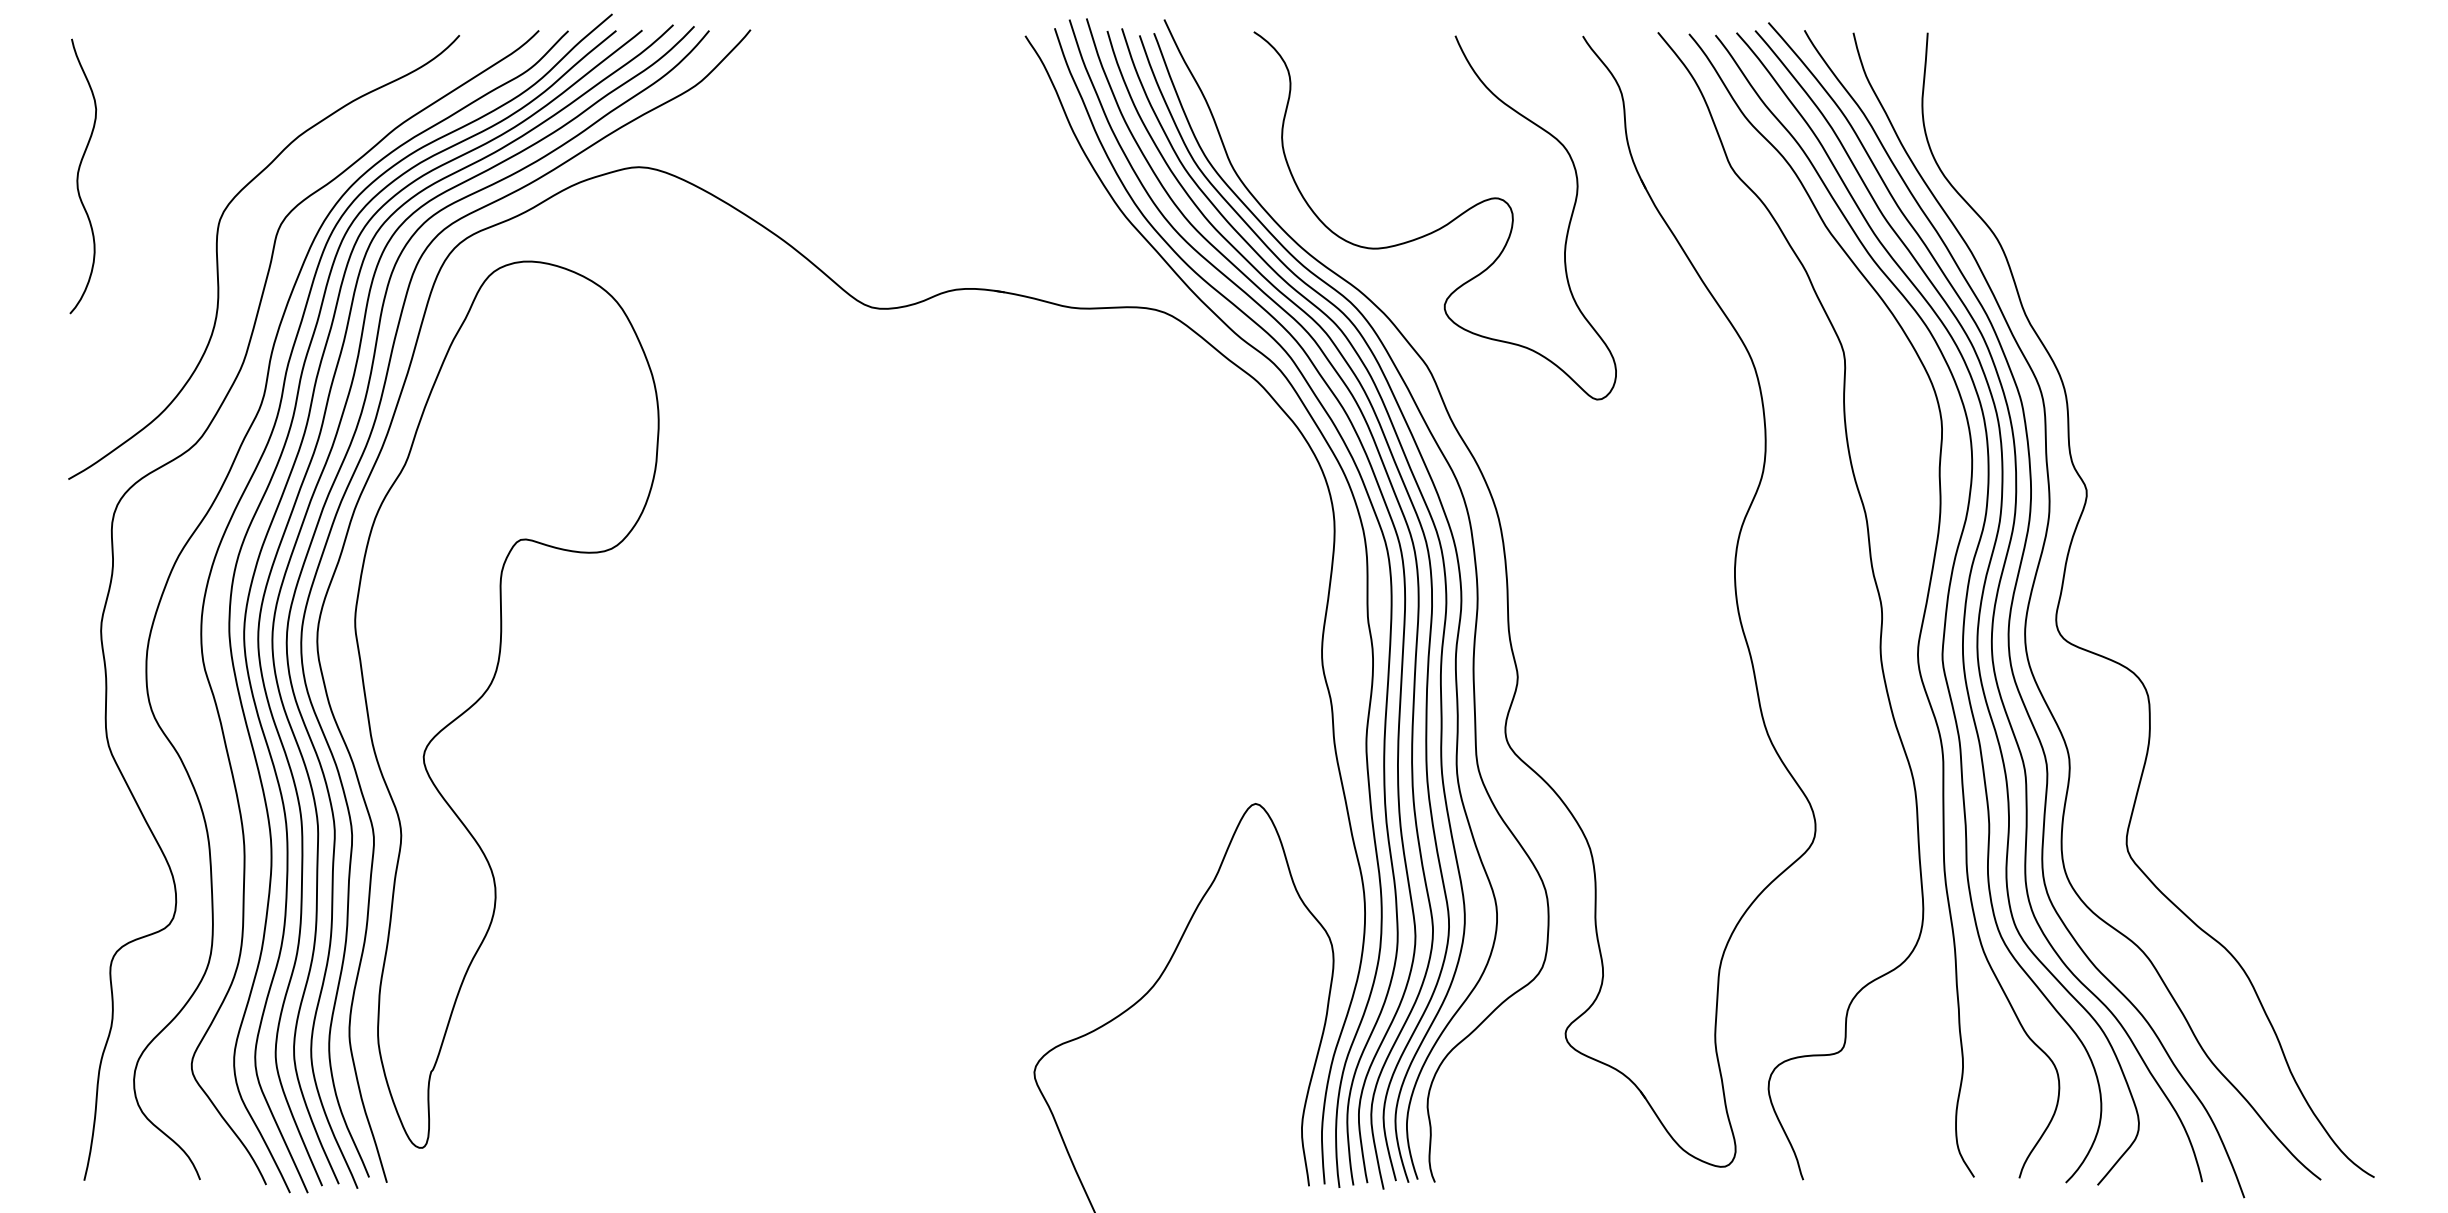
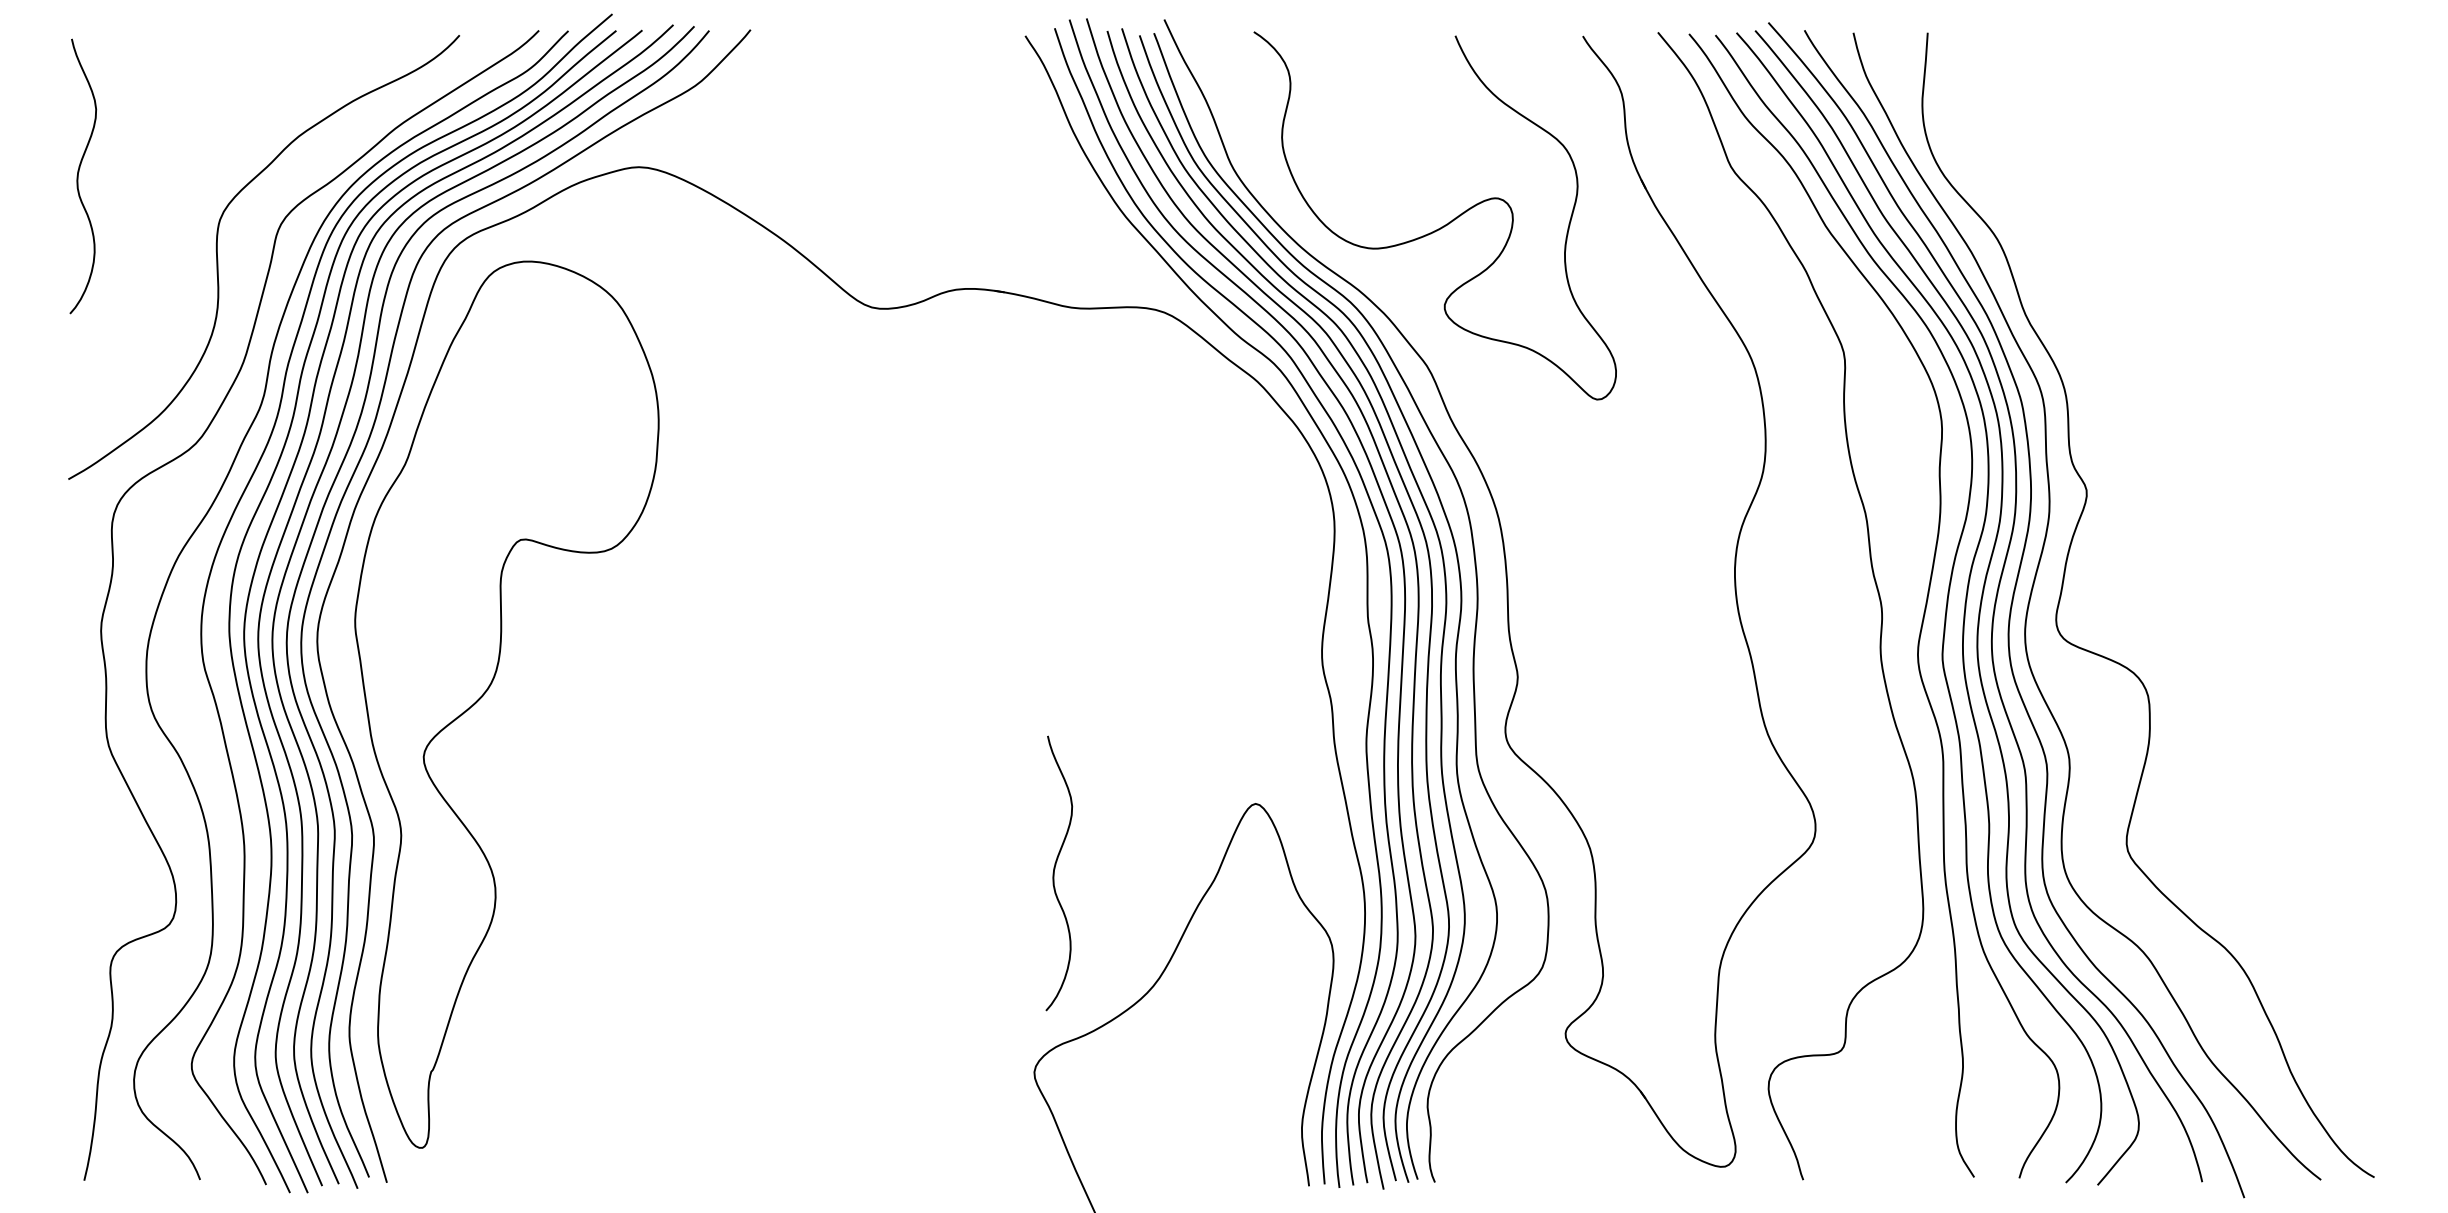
curve at (1054, 873): none -> present
